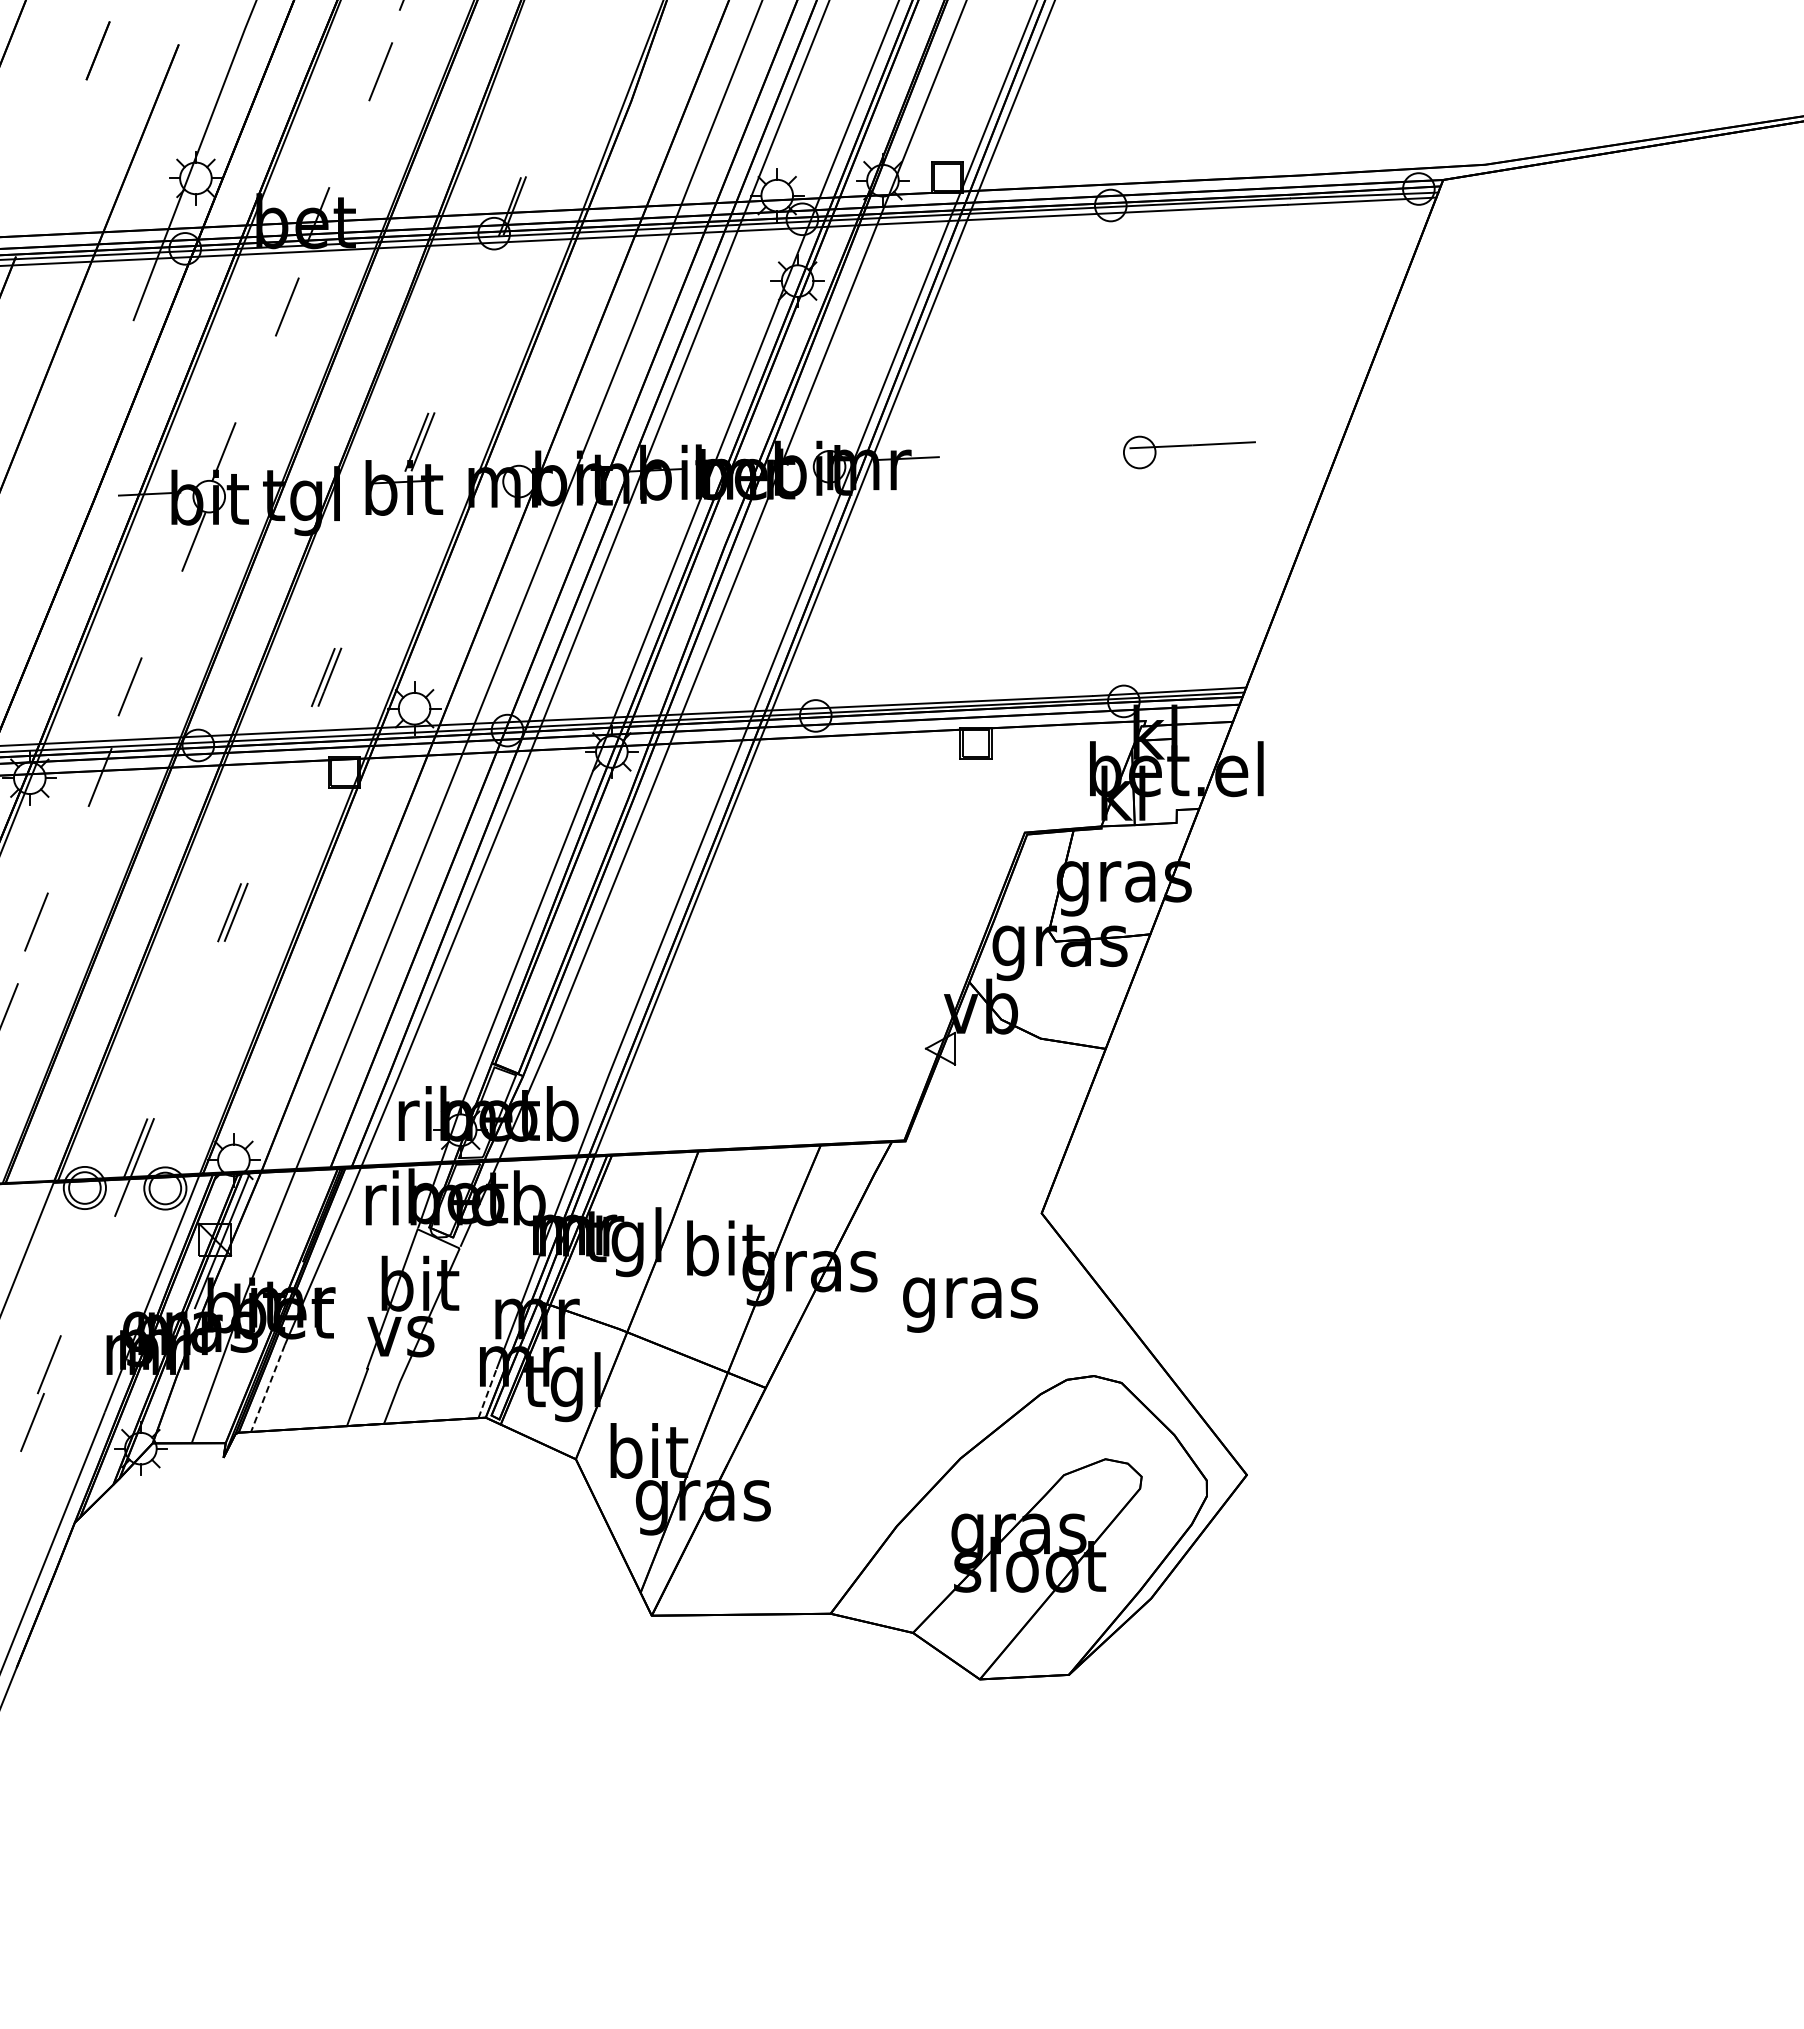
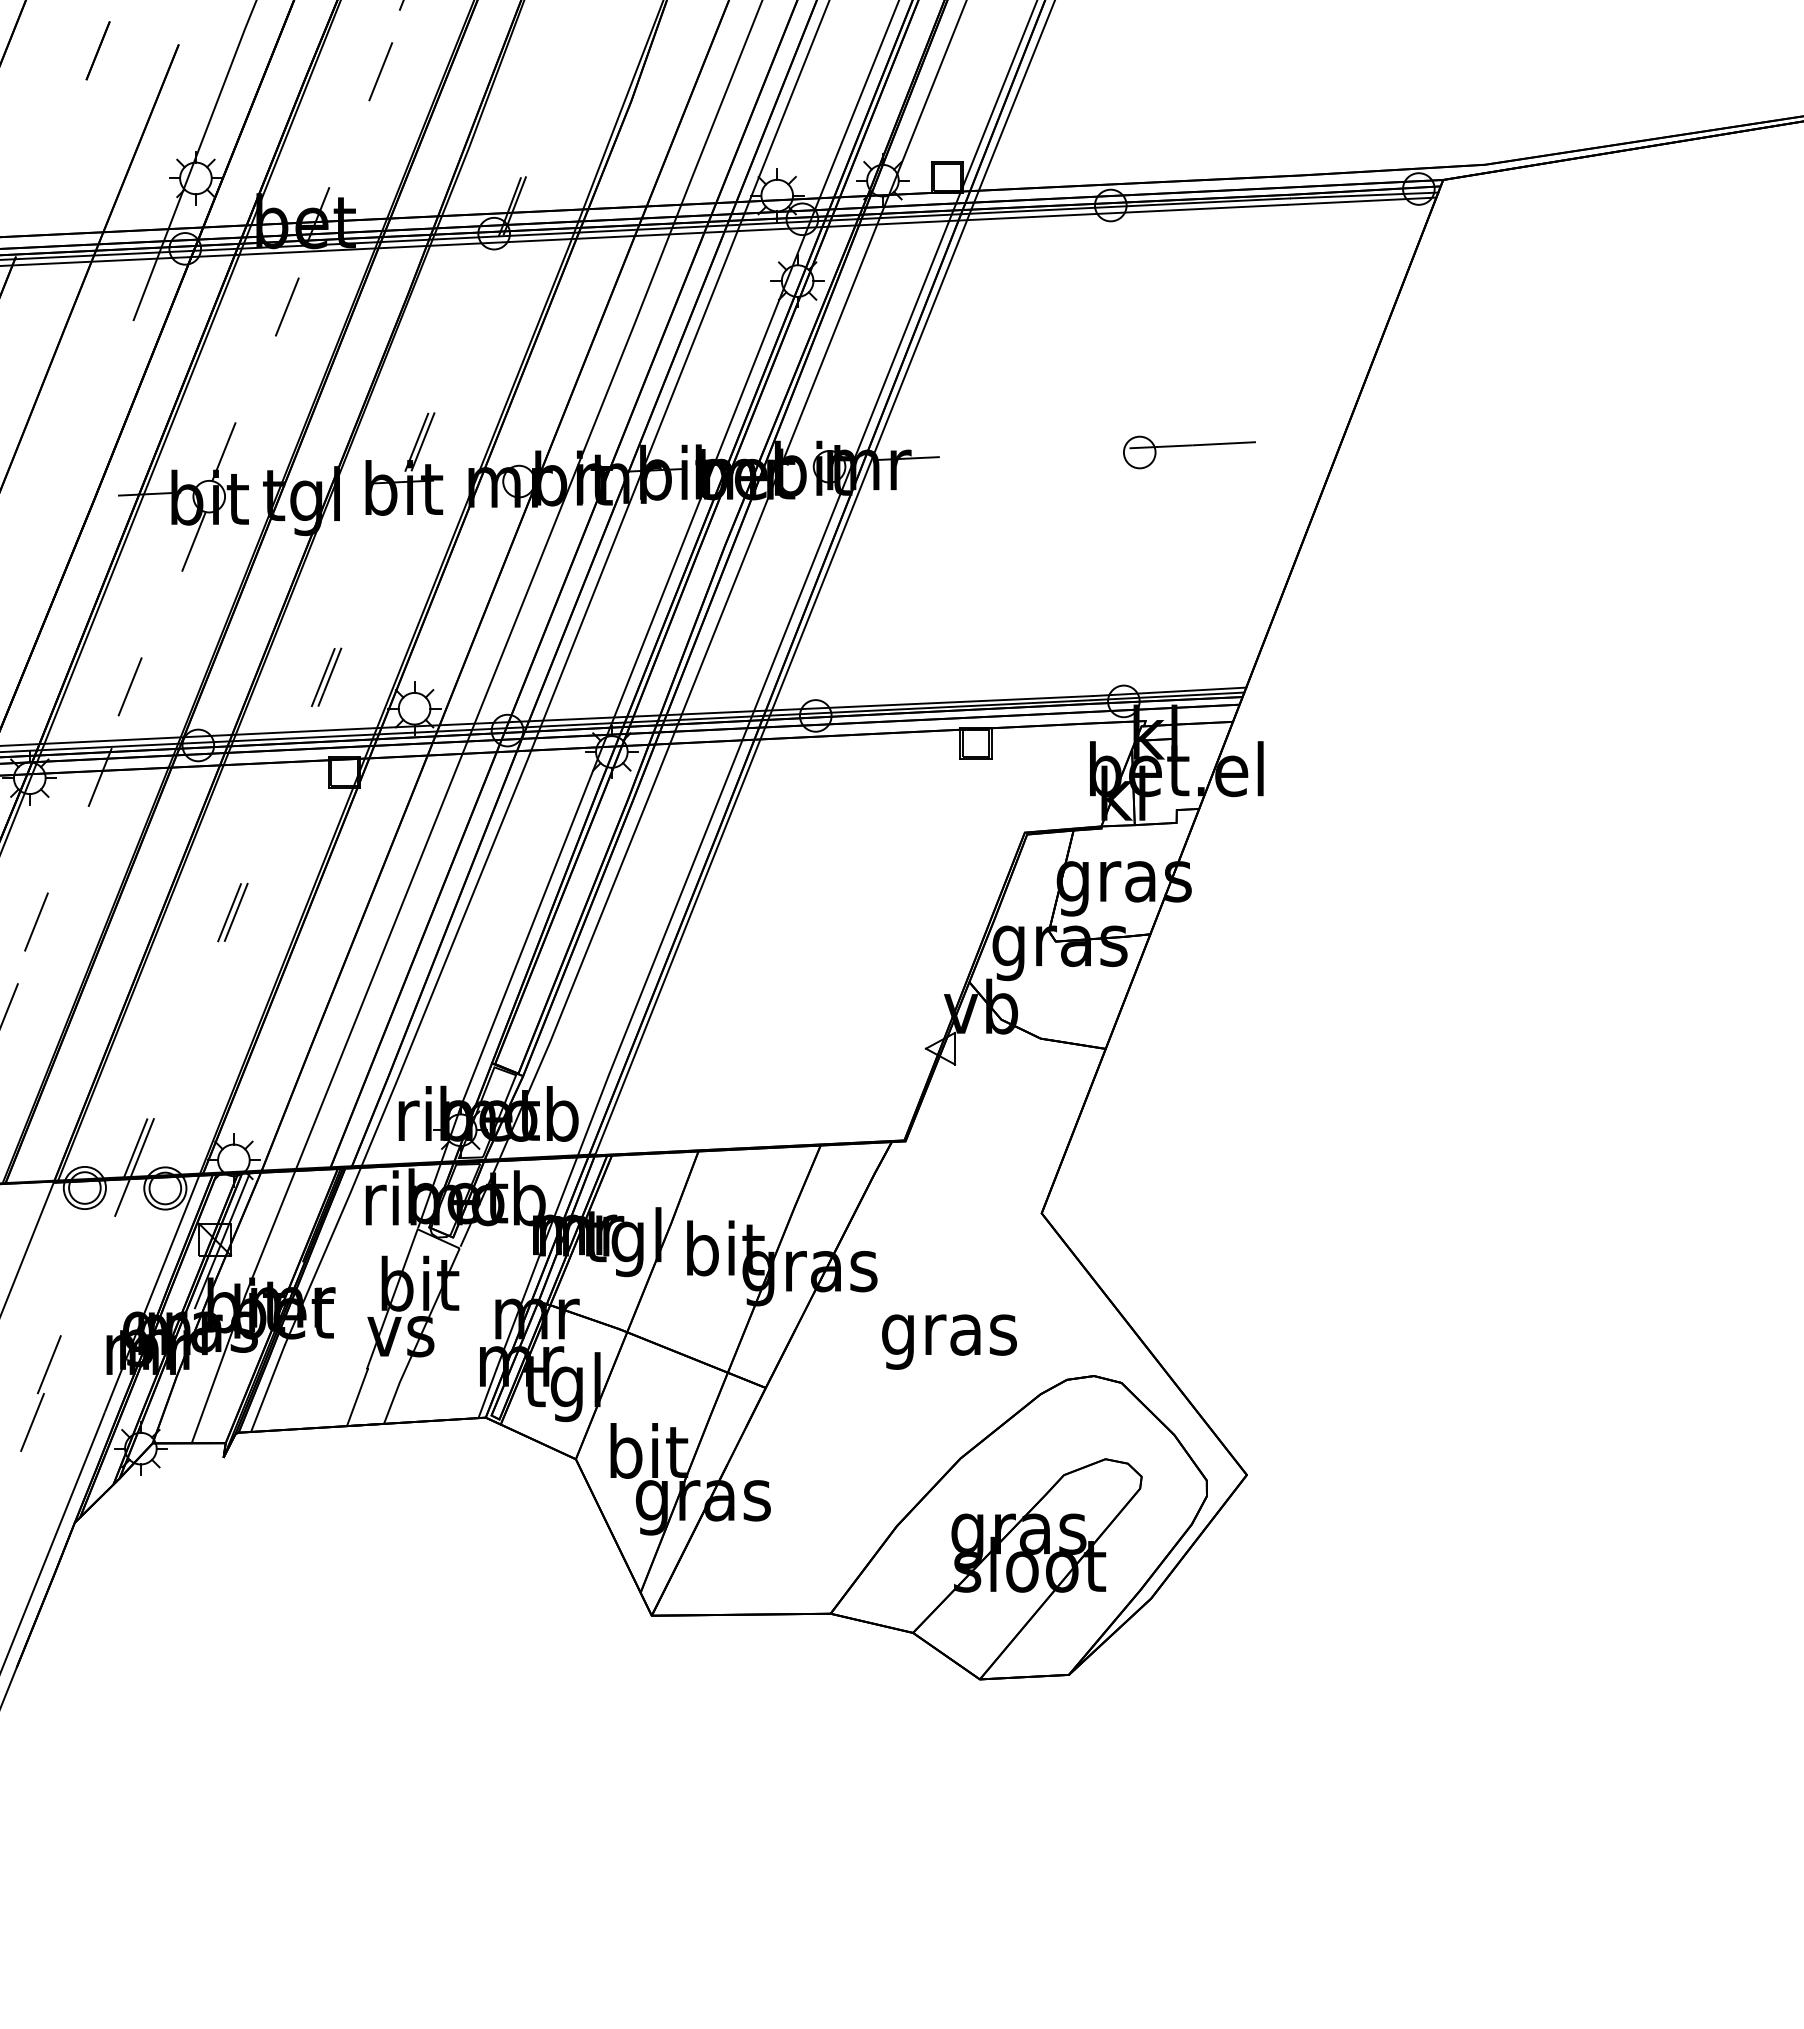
text at (970, 1304) position: (970, 1304) -> (949, 1341)
line at (267, 1388): dashed -> solid
line at (487, 1393): dashed -> solid
